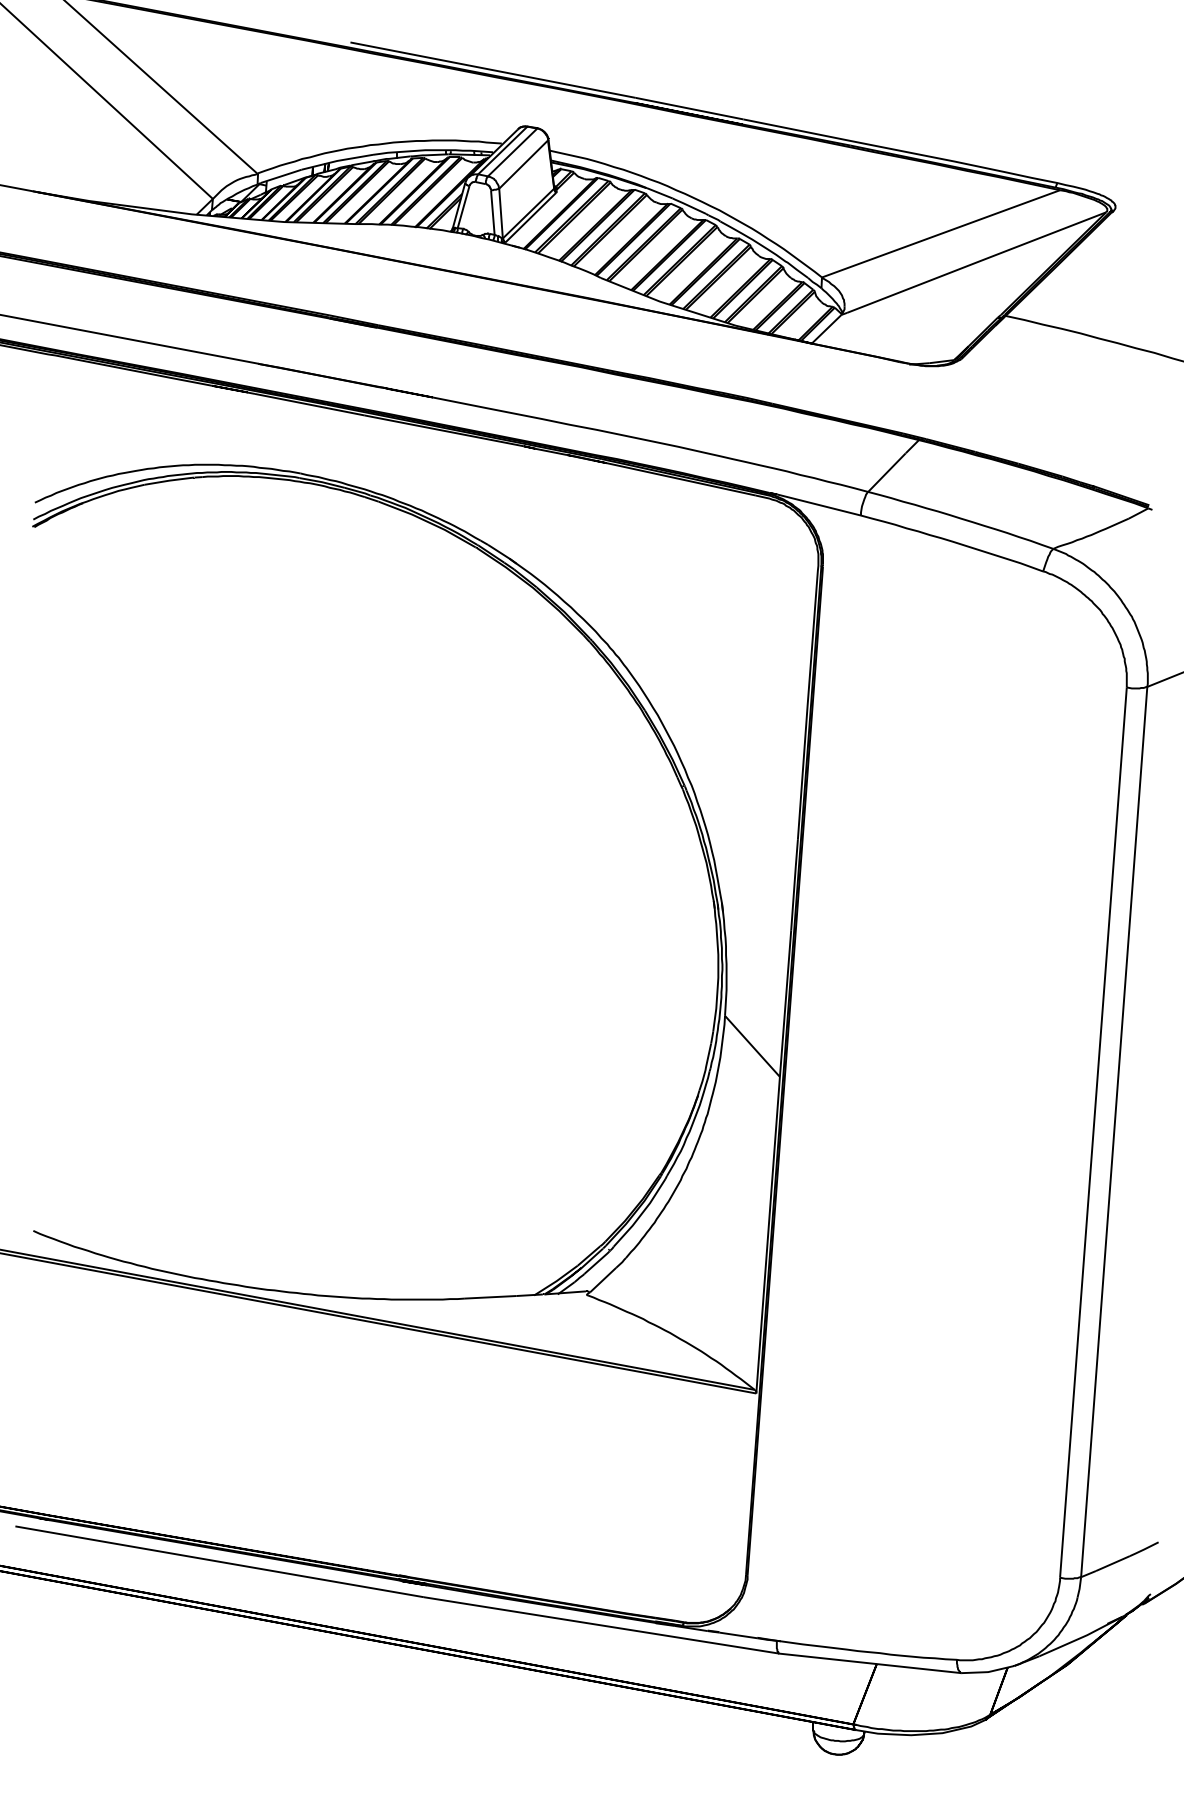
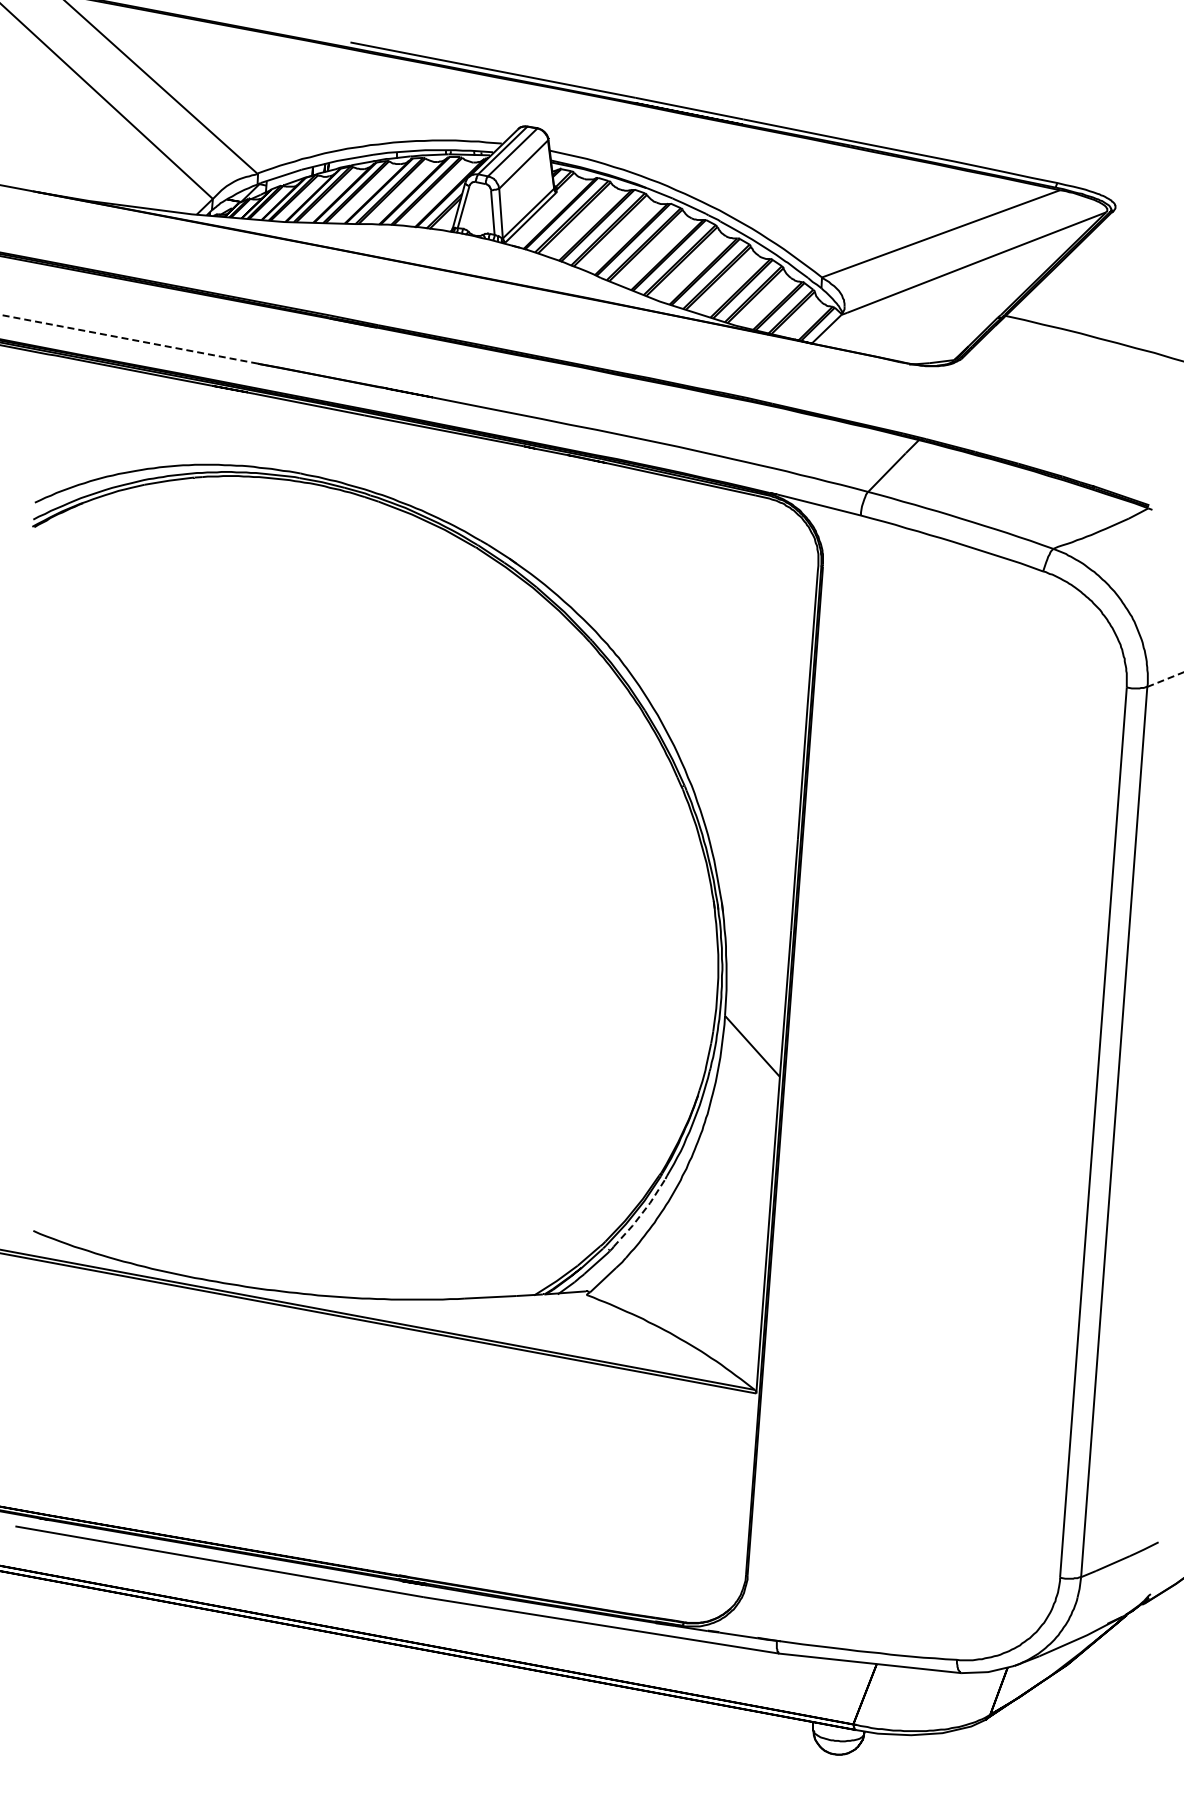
line at (129, 339): solid -> dashed
line at (1165, 679): solid -> dashed
line at (641, 1214): solid -> dashed
